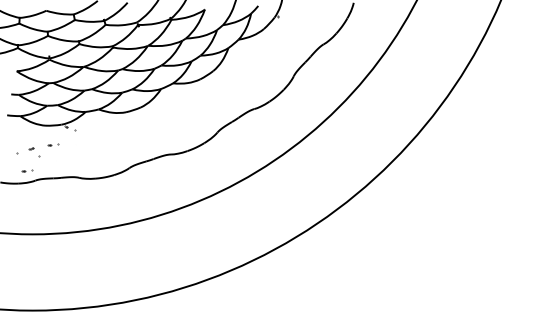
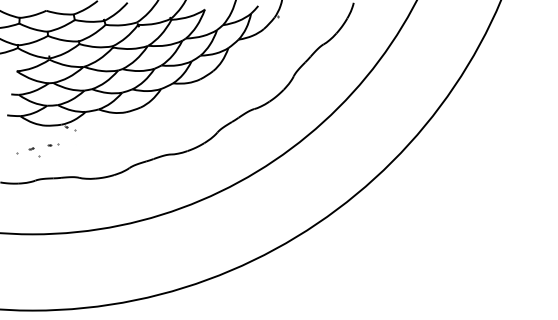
part at (27, 170): present -> none
